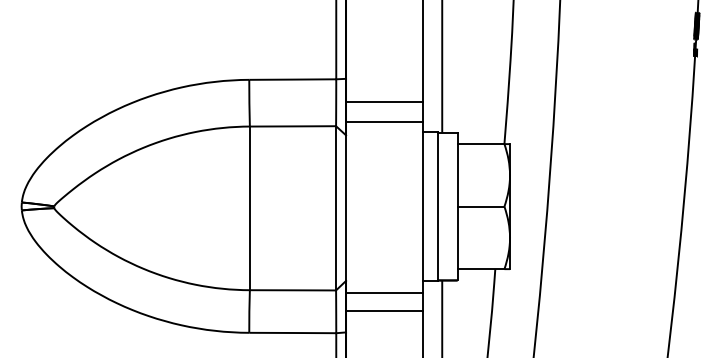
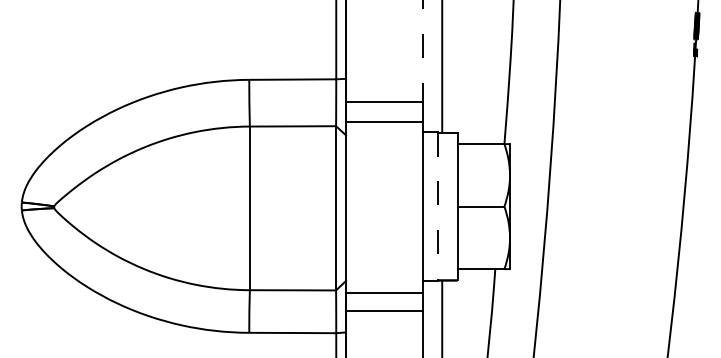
line at (423, 51): solid -> dashed
line at (438, 206): solid -> dashed
